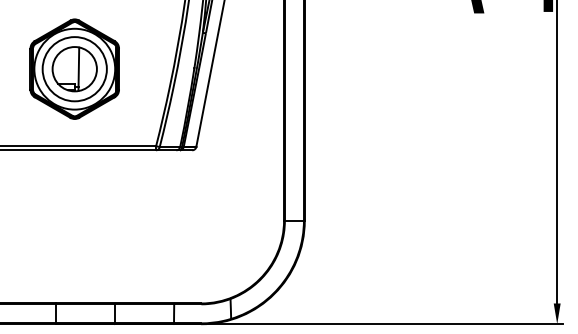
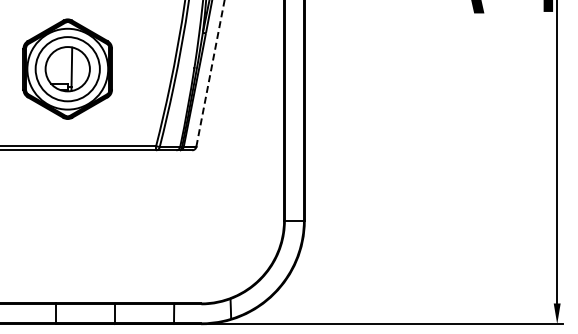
part at (74, 68) position: (74, 68) -> (67, 68)
line at (210, 73): solid -> dashed
